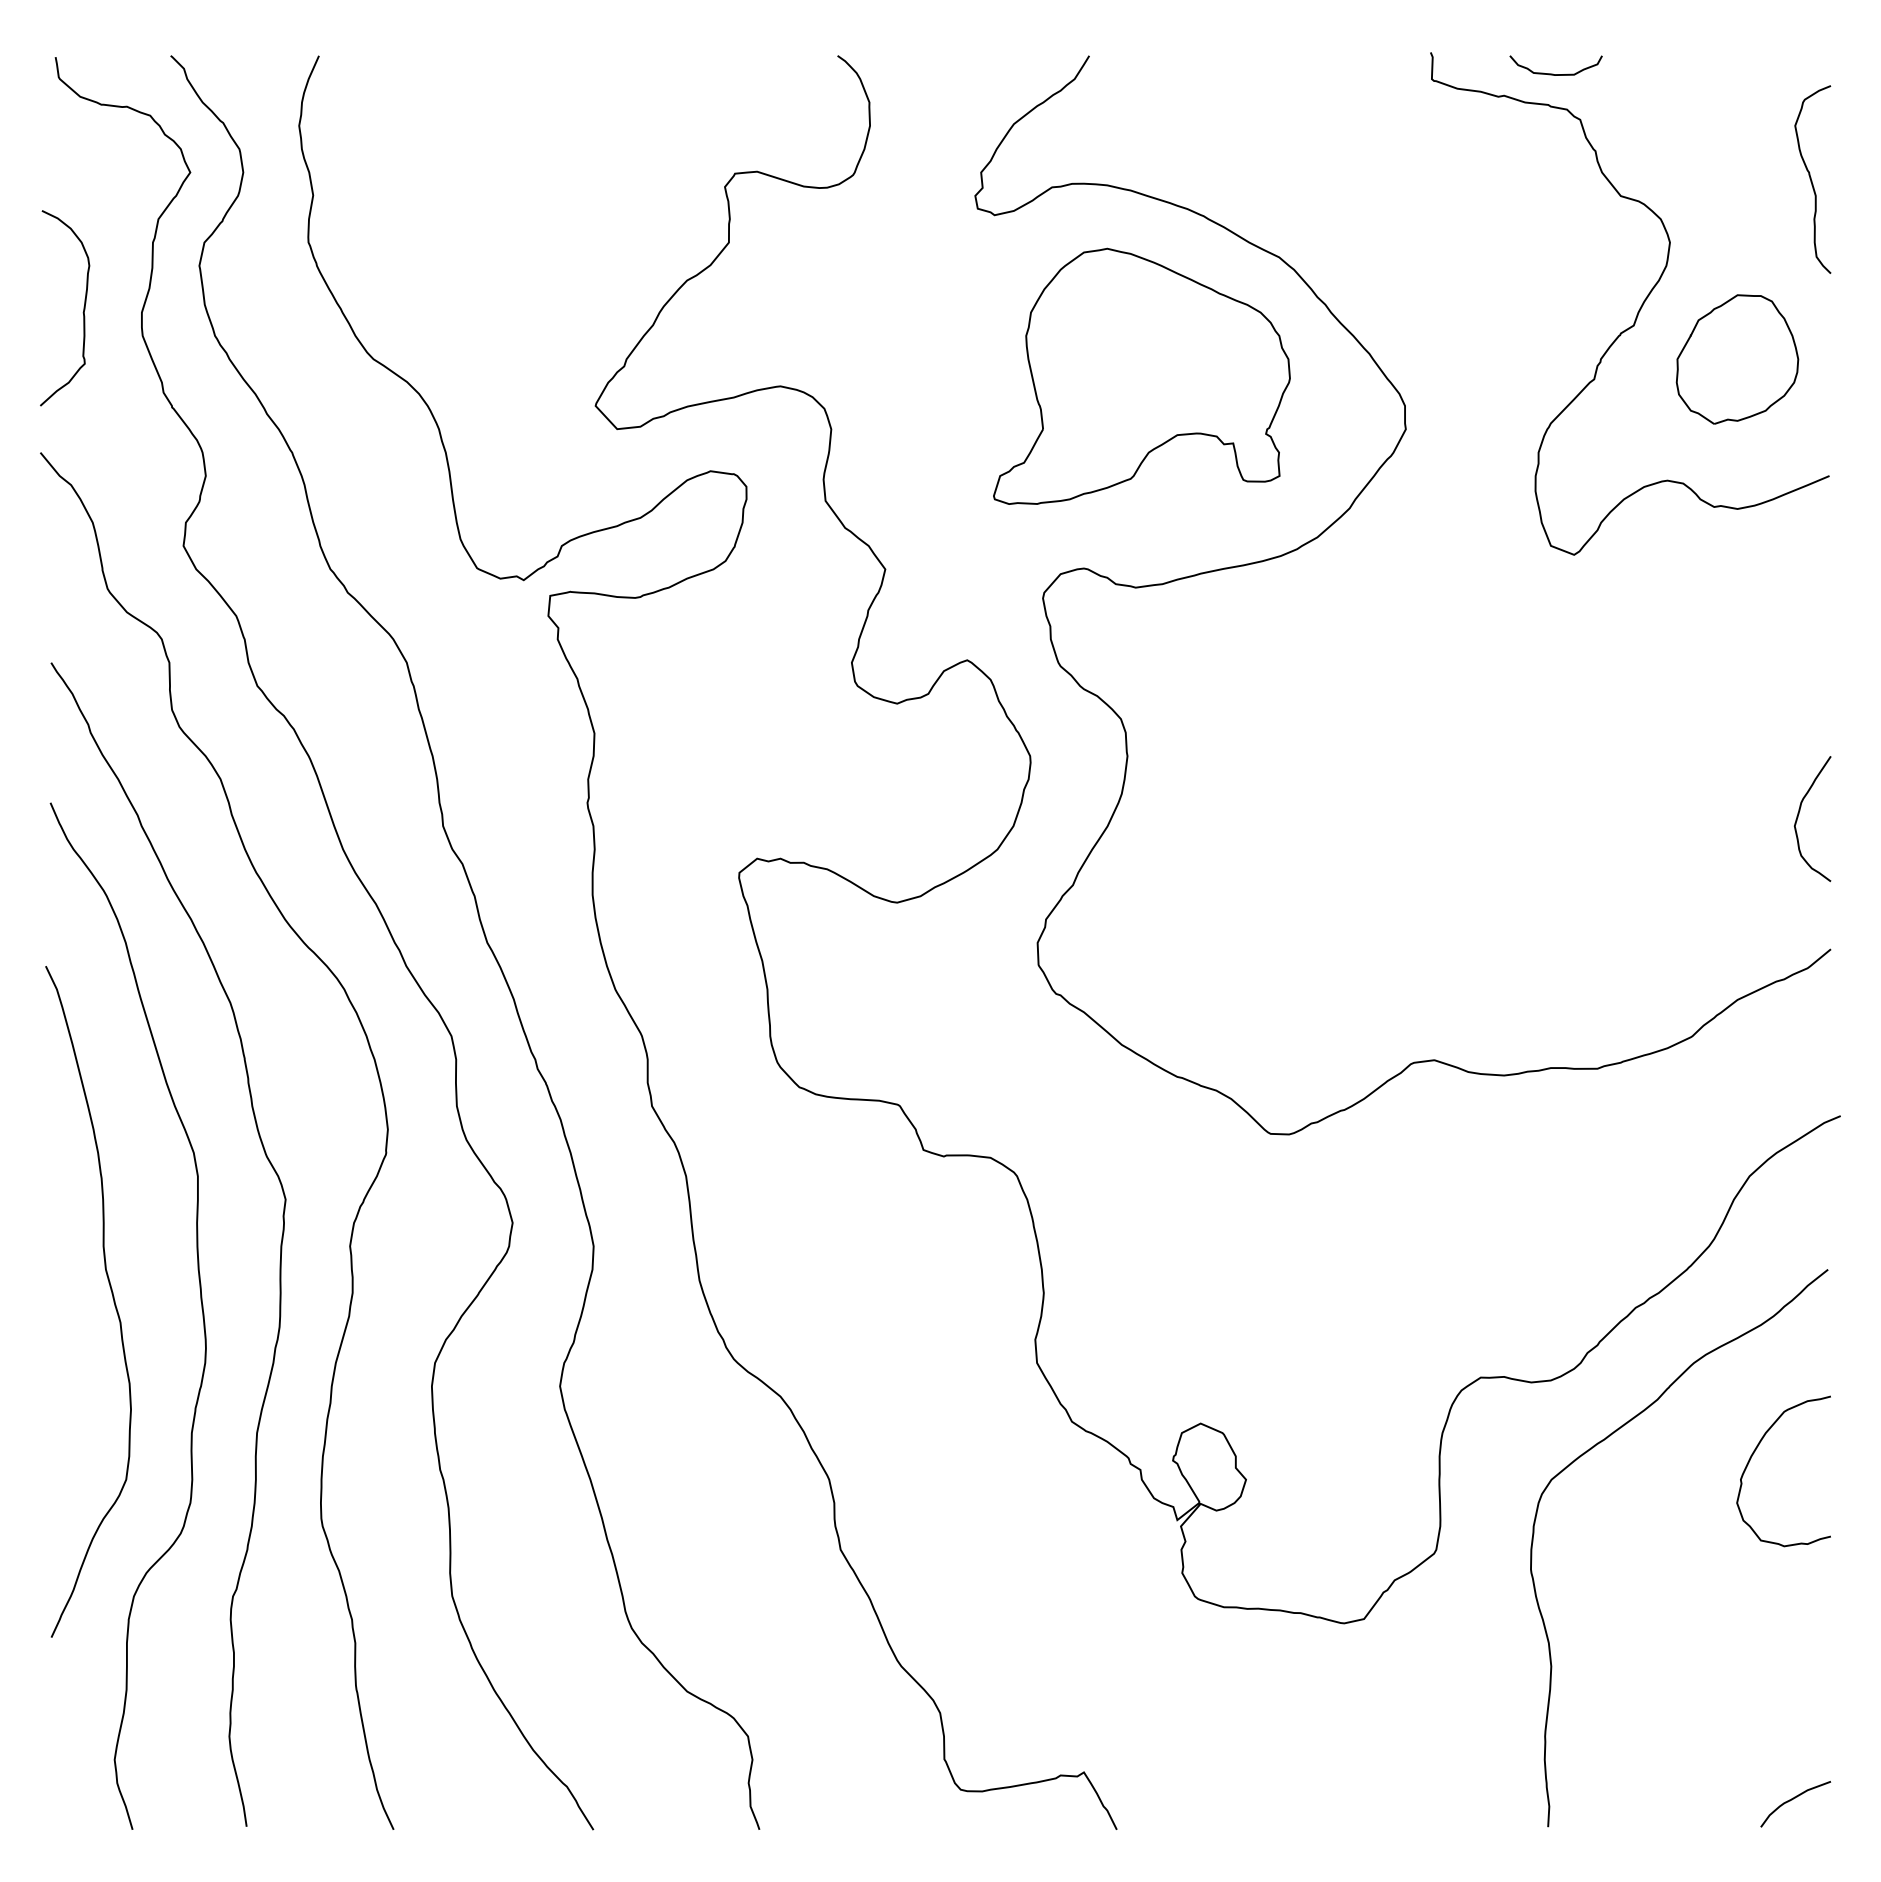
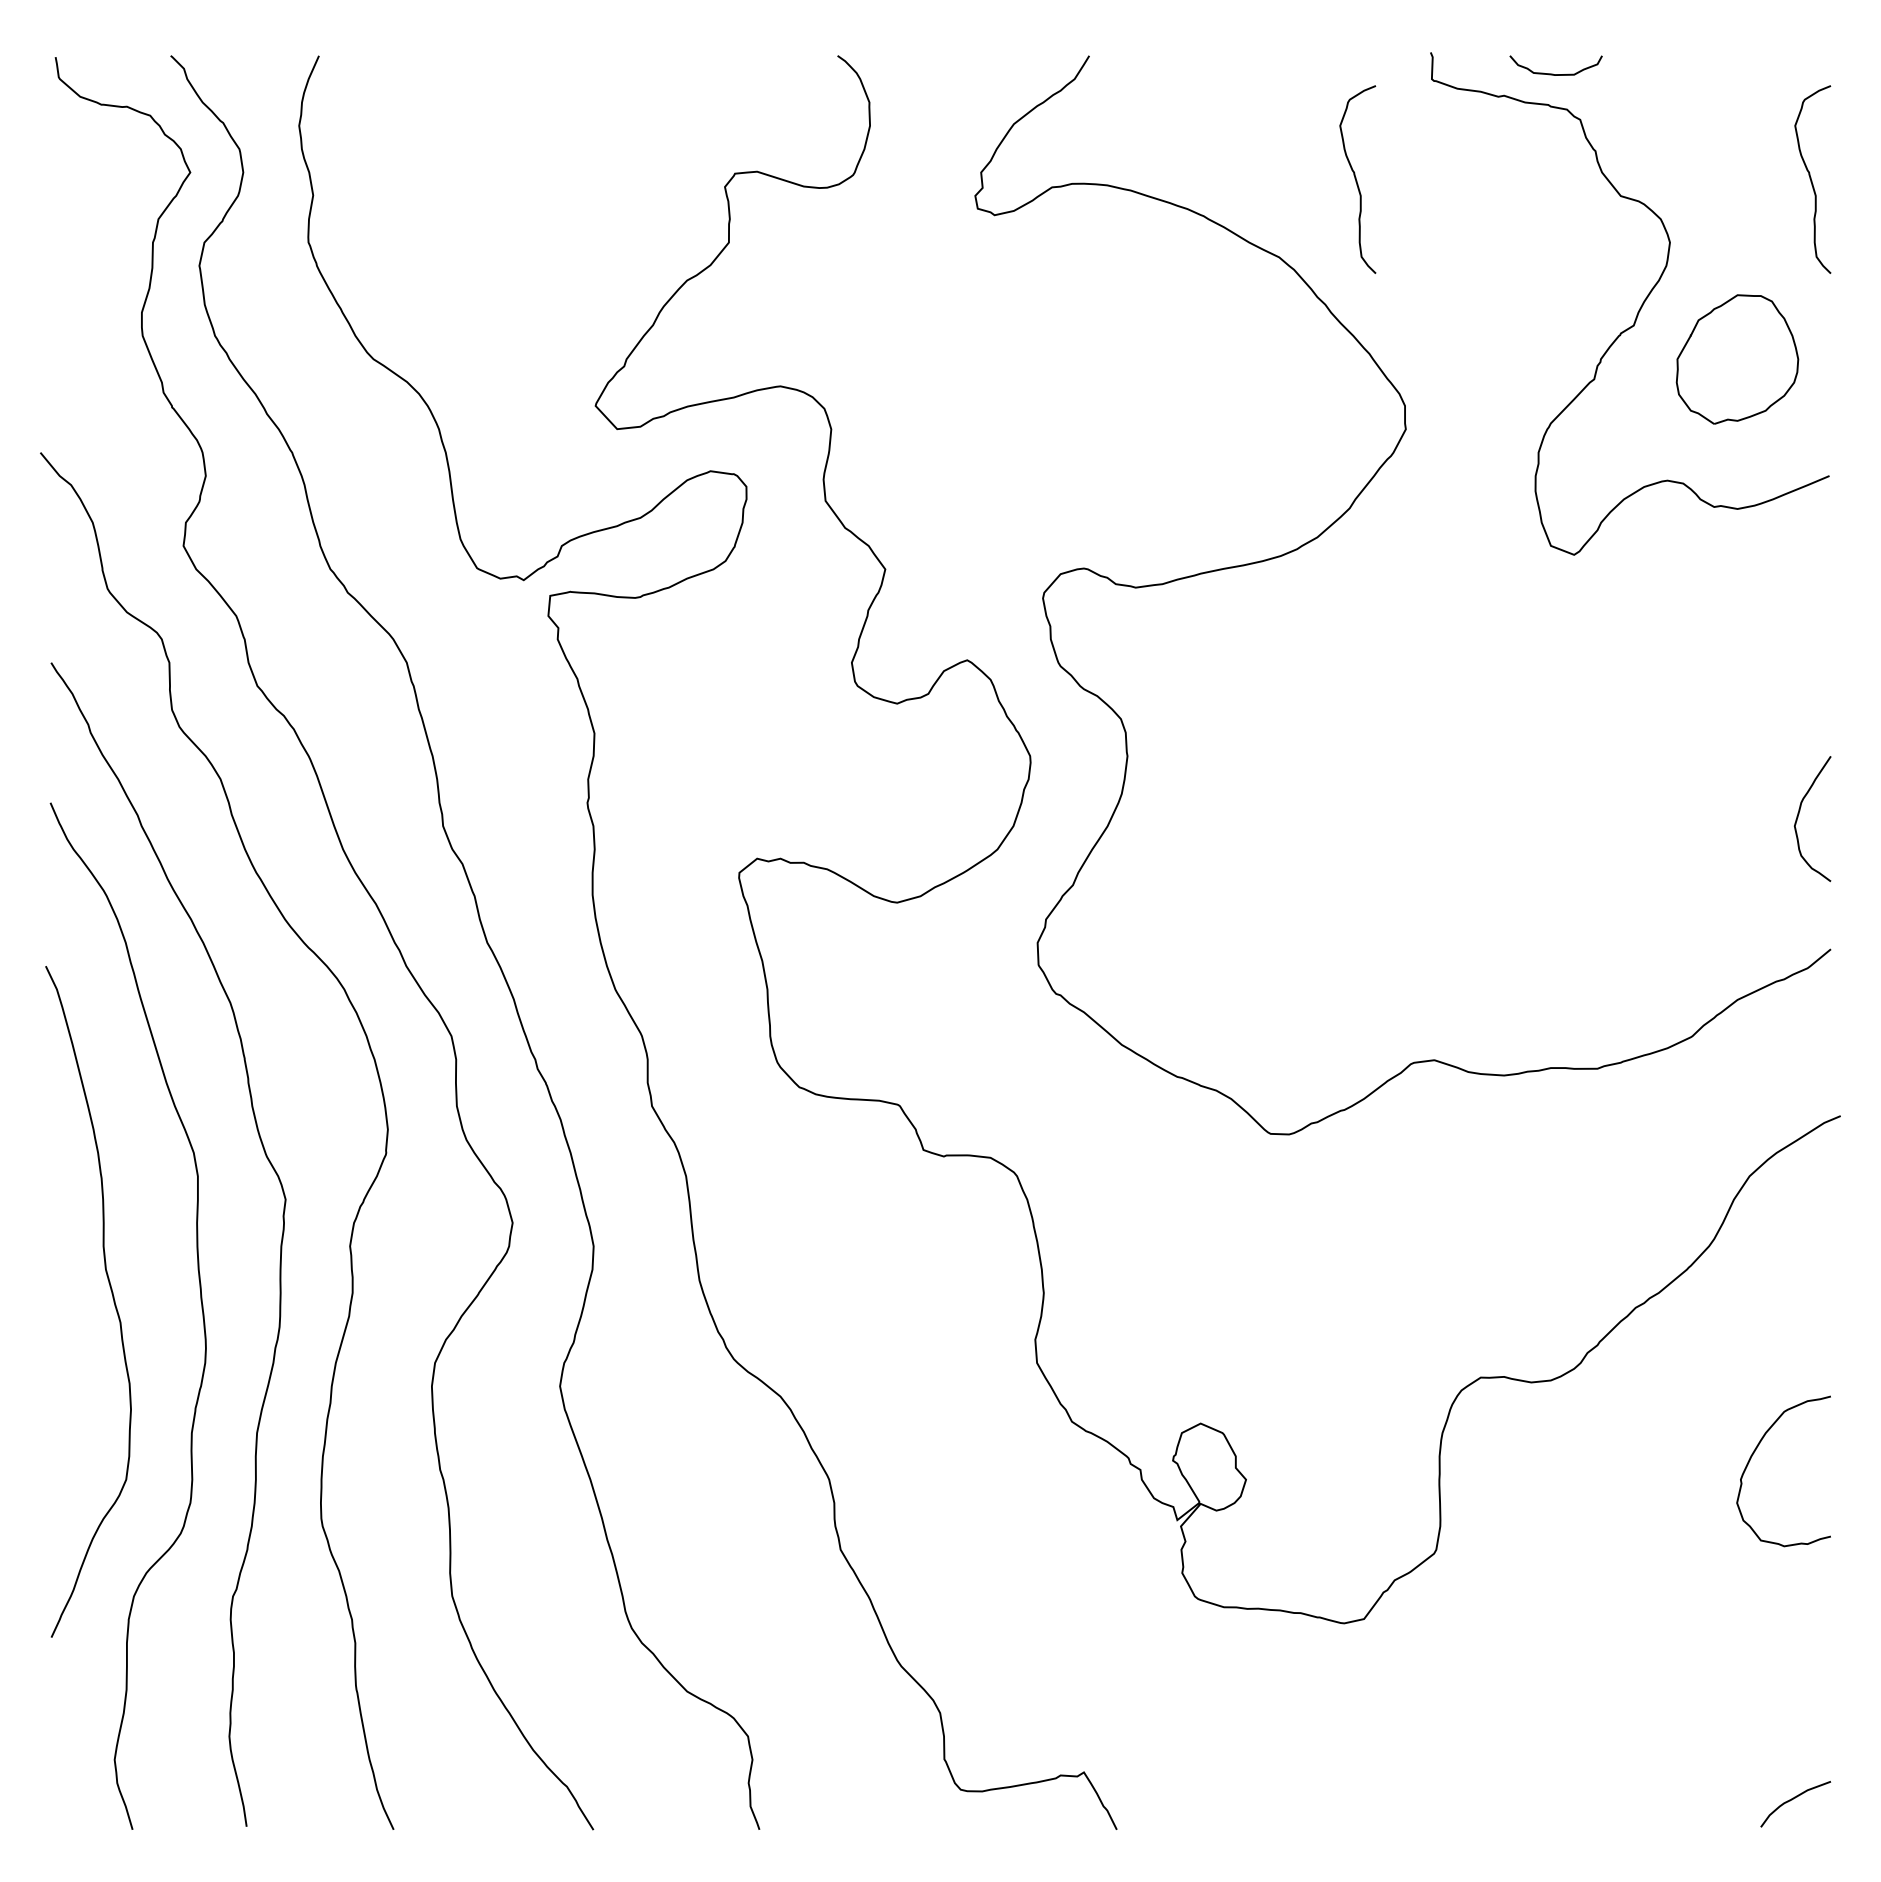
curve at (1356, 179): none -> present
curve at (82, 312): present -> none
part at (1141, 375): present -> none
curve at (1606, 1439): present -> none
